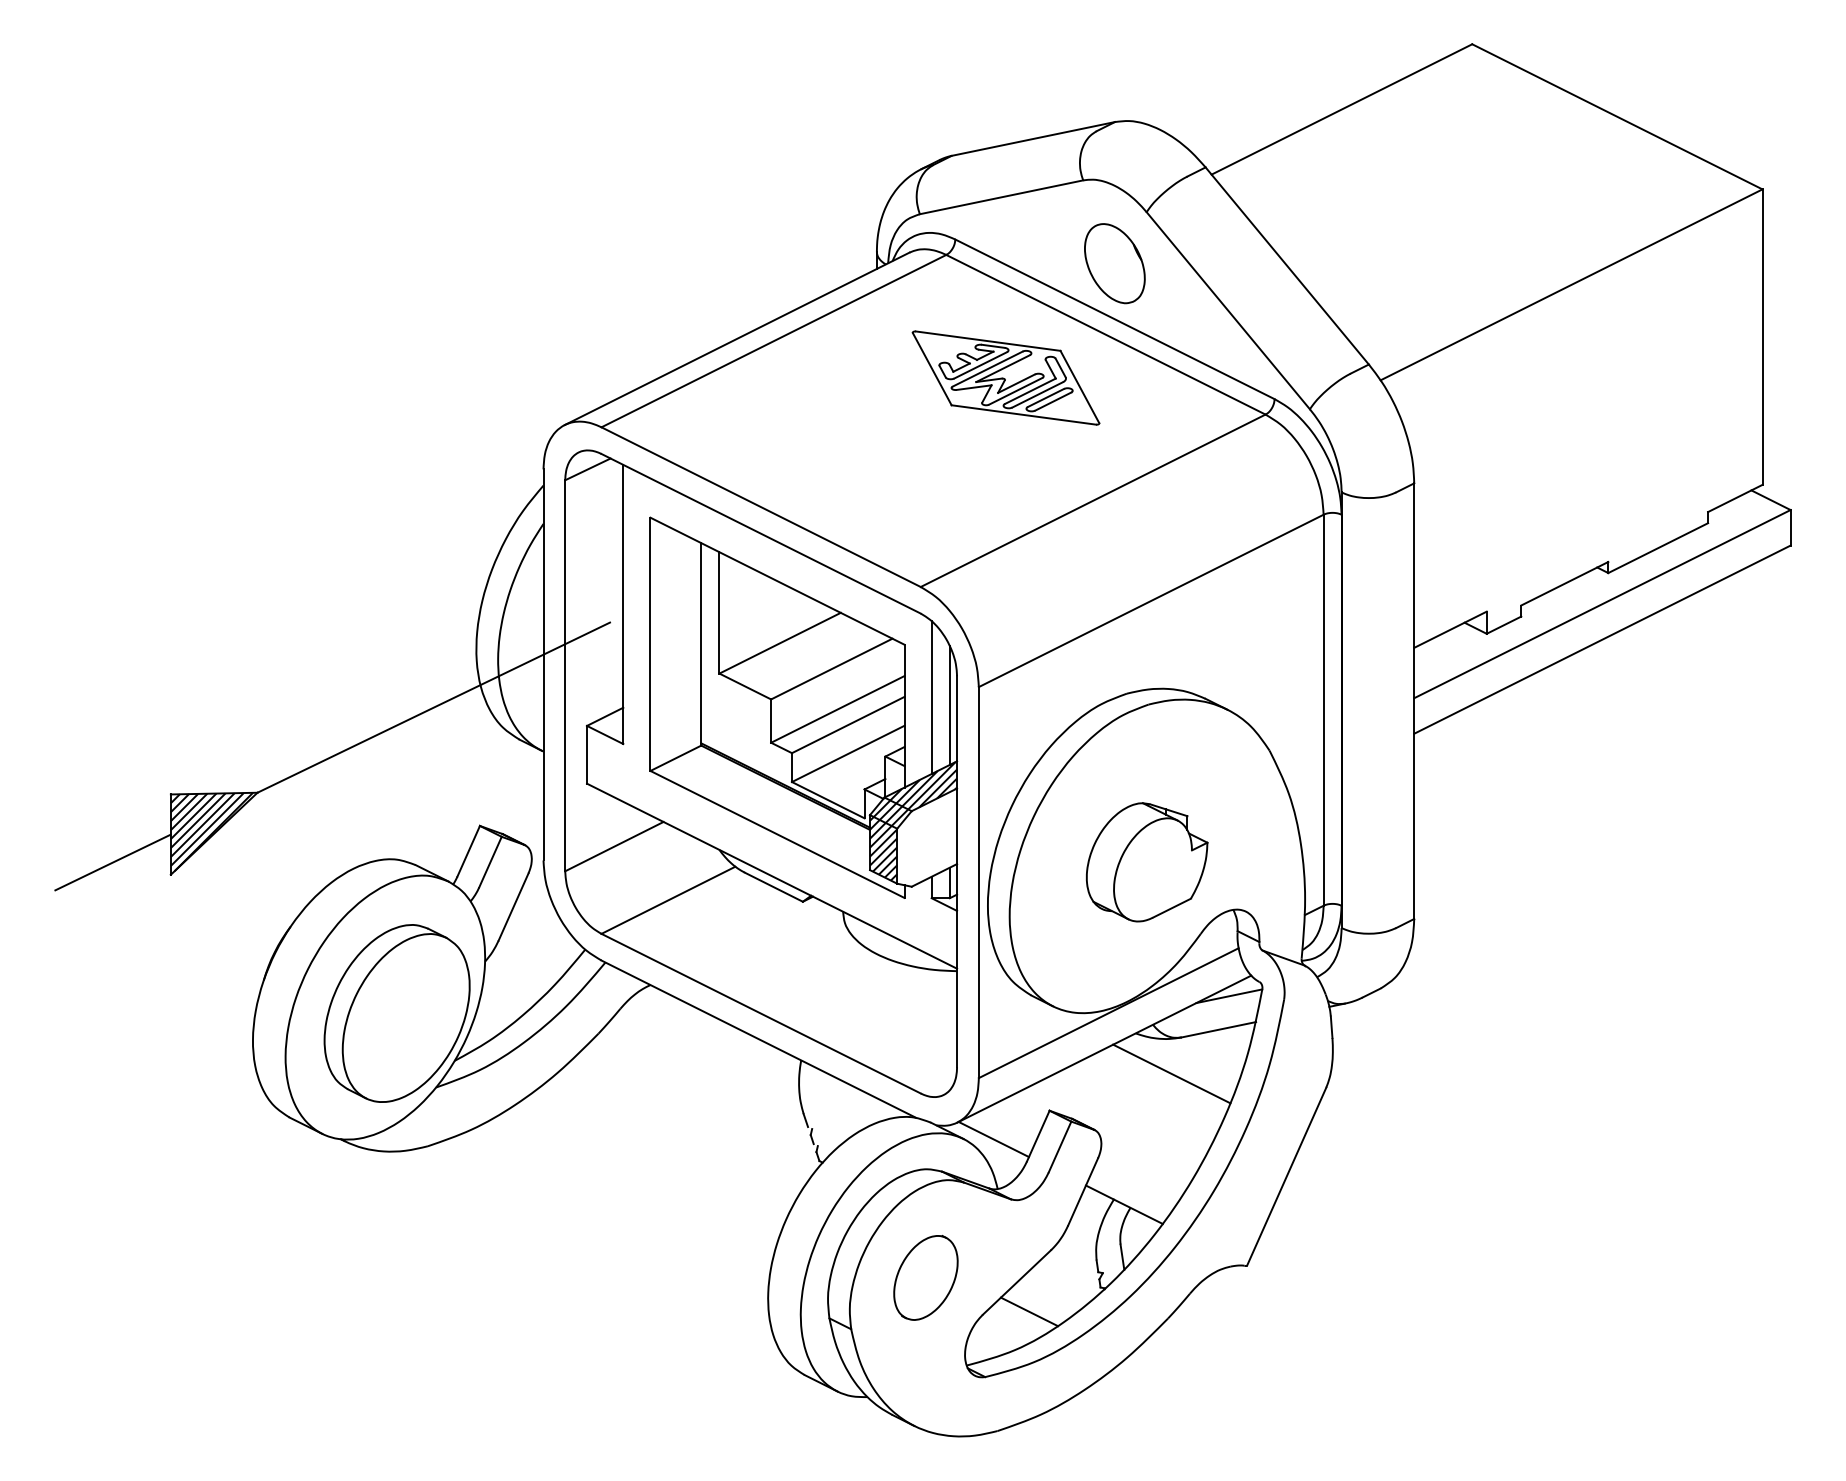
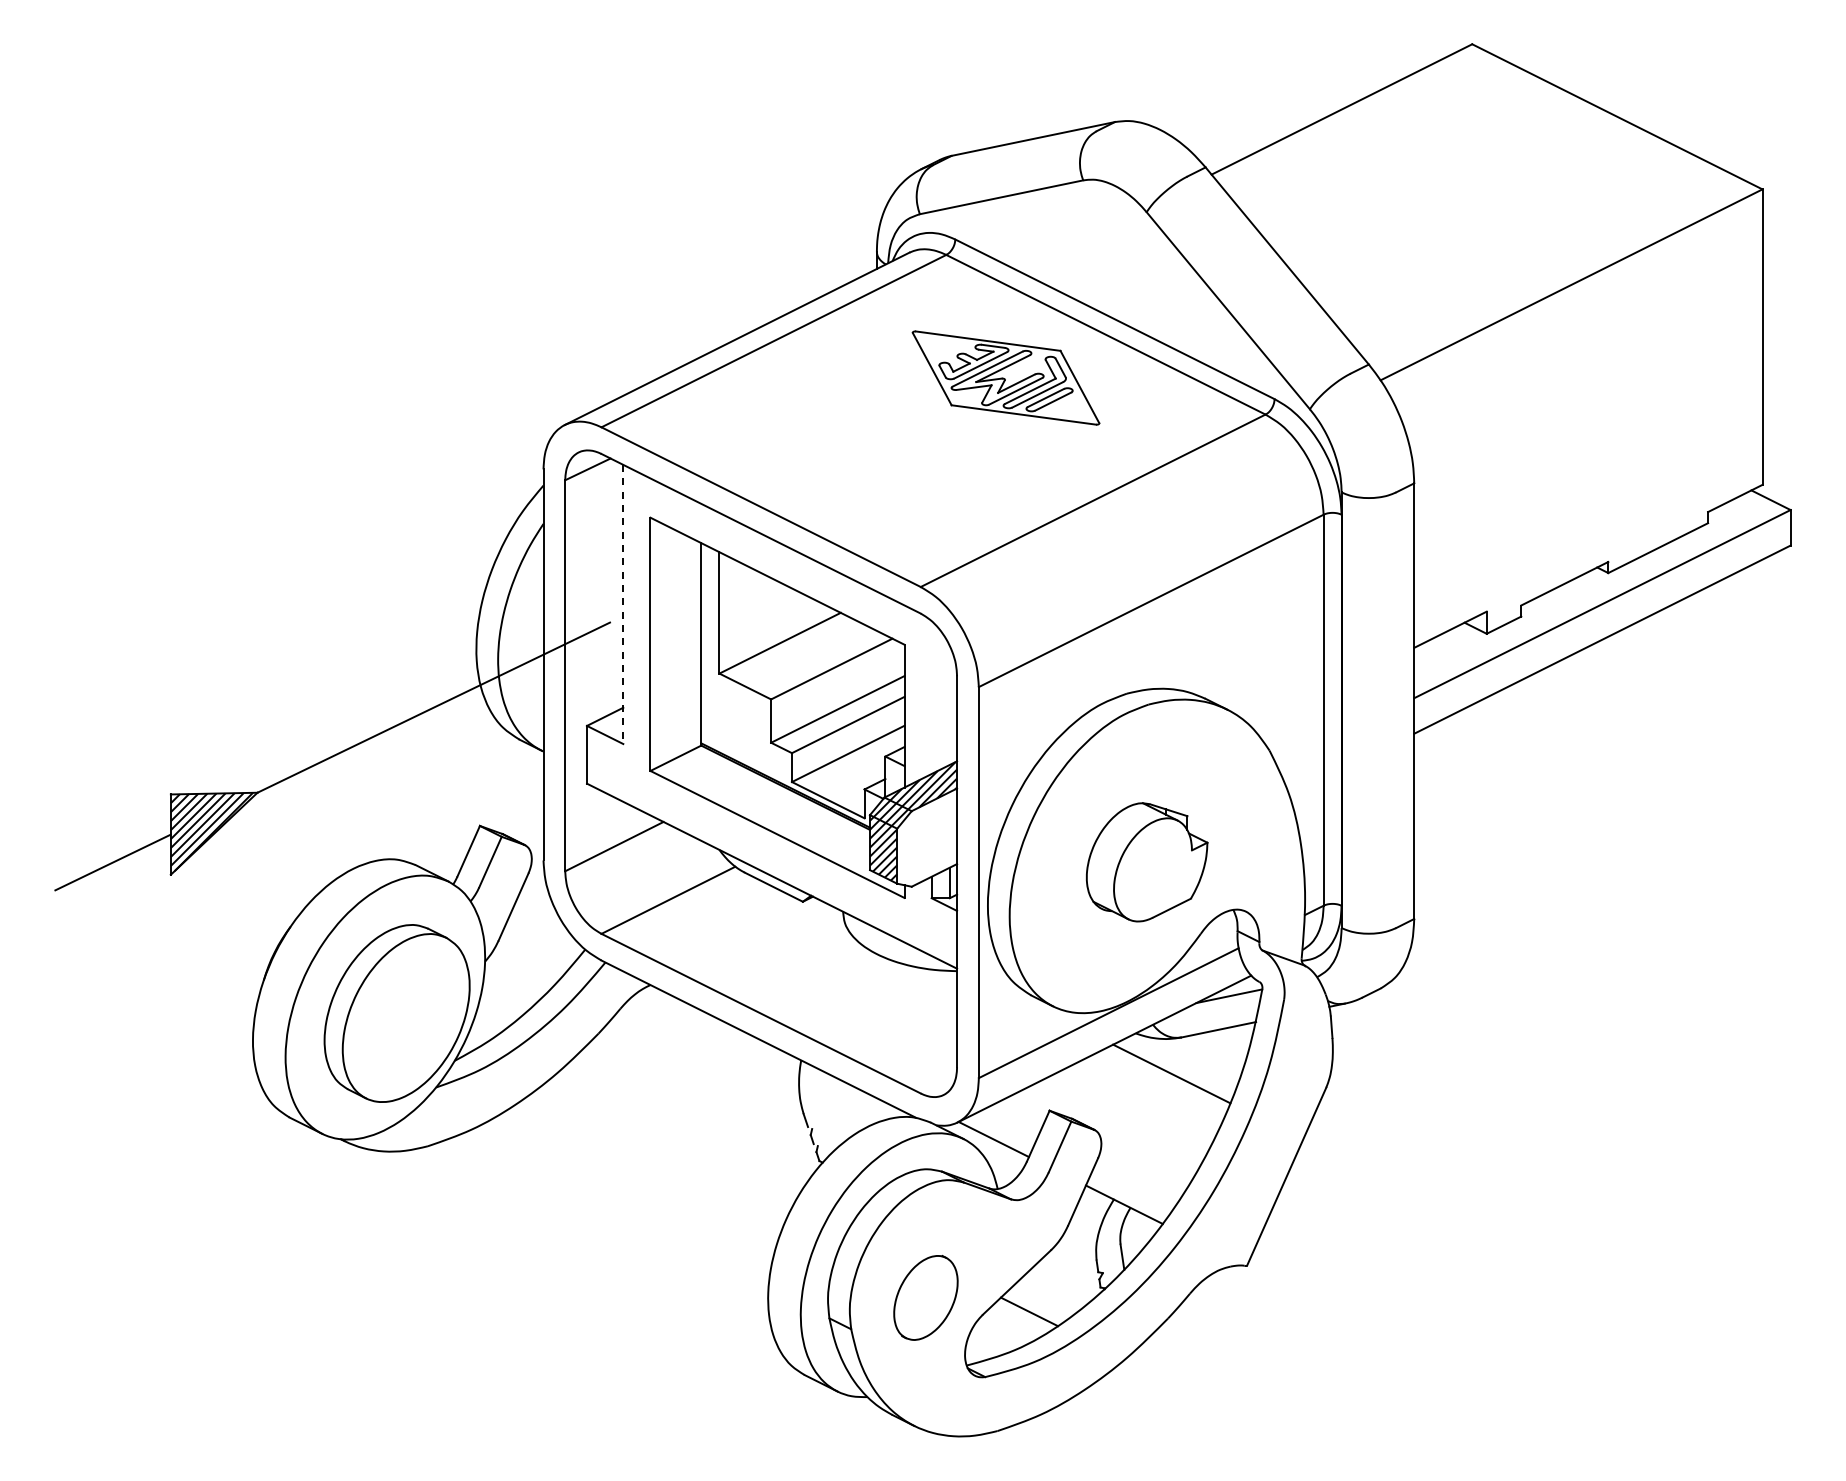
part at (1114, 263): present -> none
line at (623, 604): solid -> dashed
line at (931, 697): present -> none
line at (949, 704): present -> none
part at (925, 1277) position: (925, 1277) -> (925, 1297)
